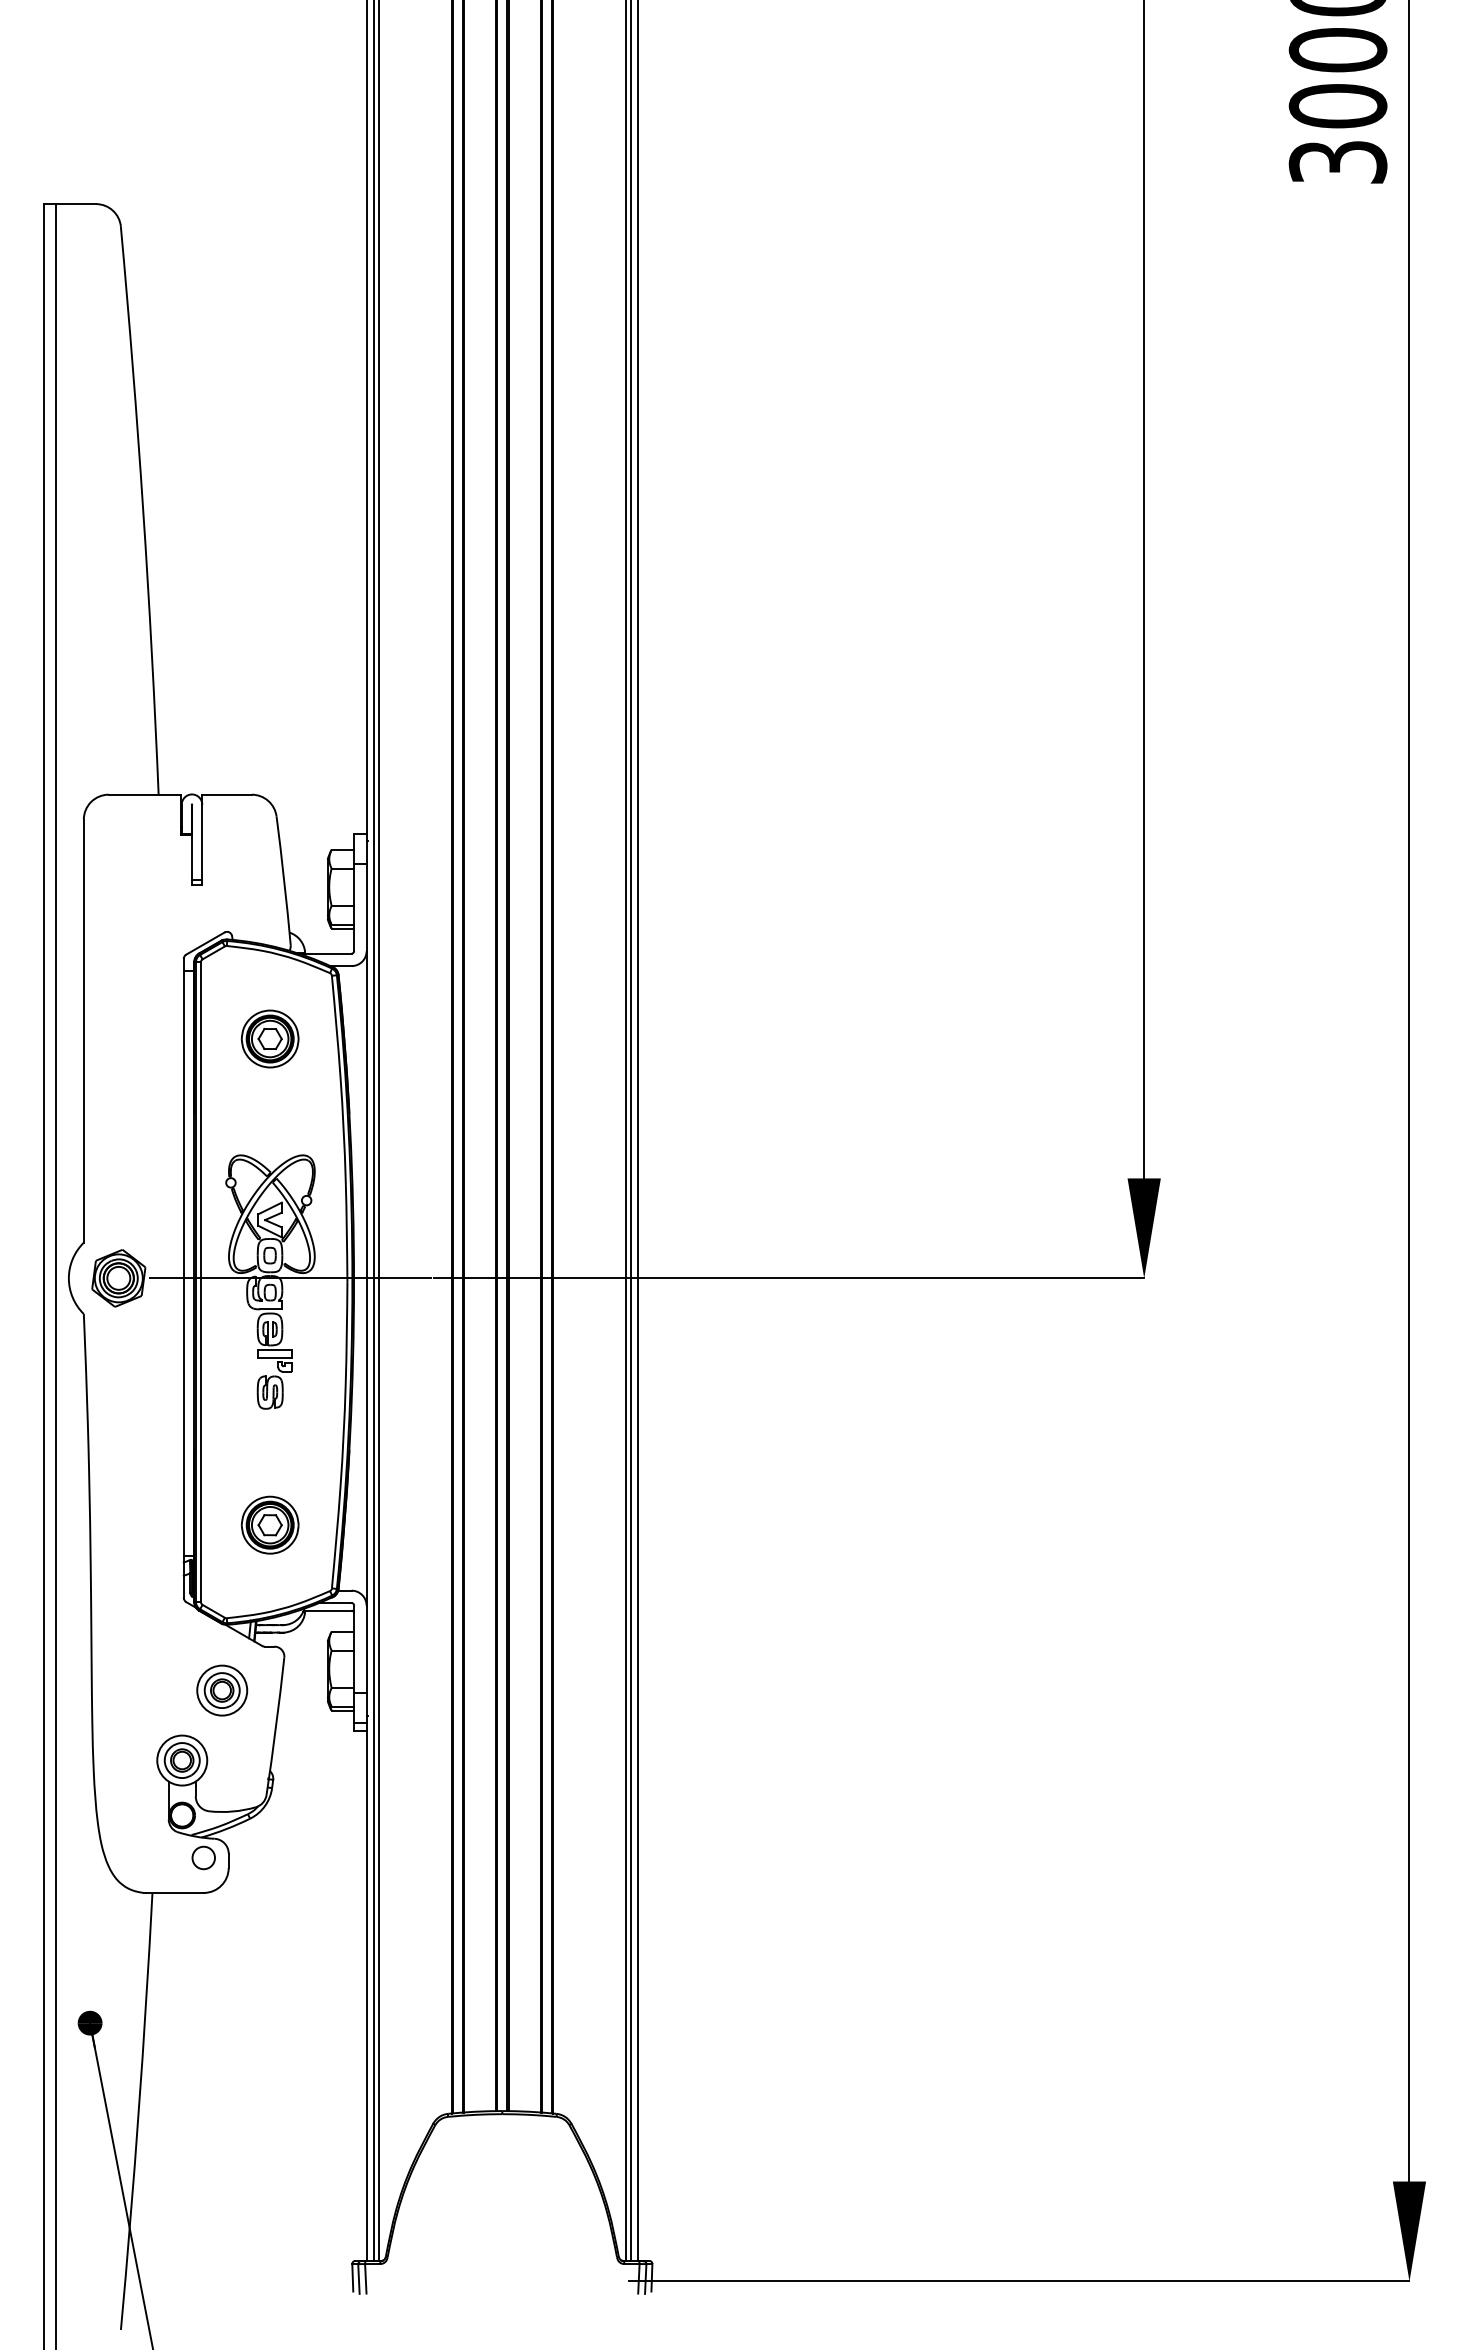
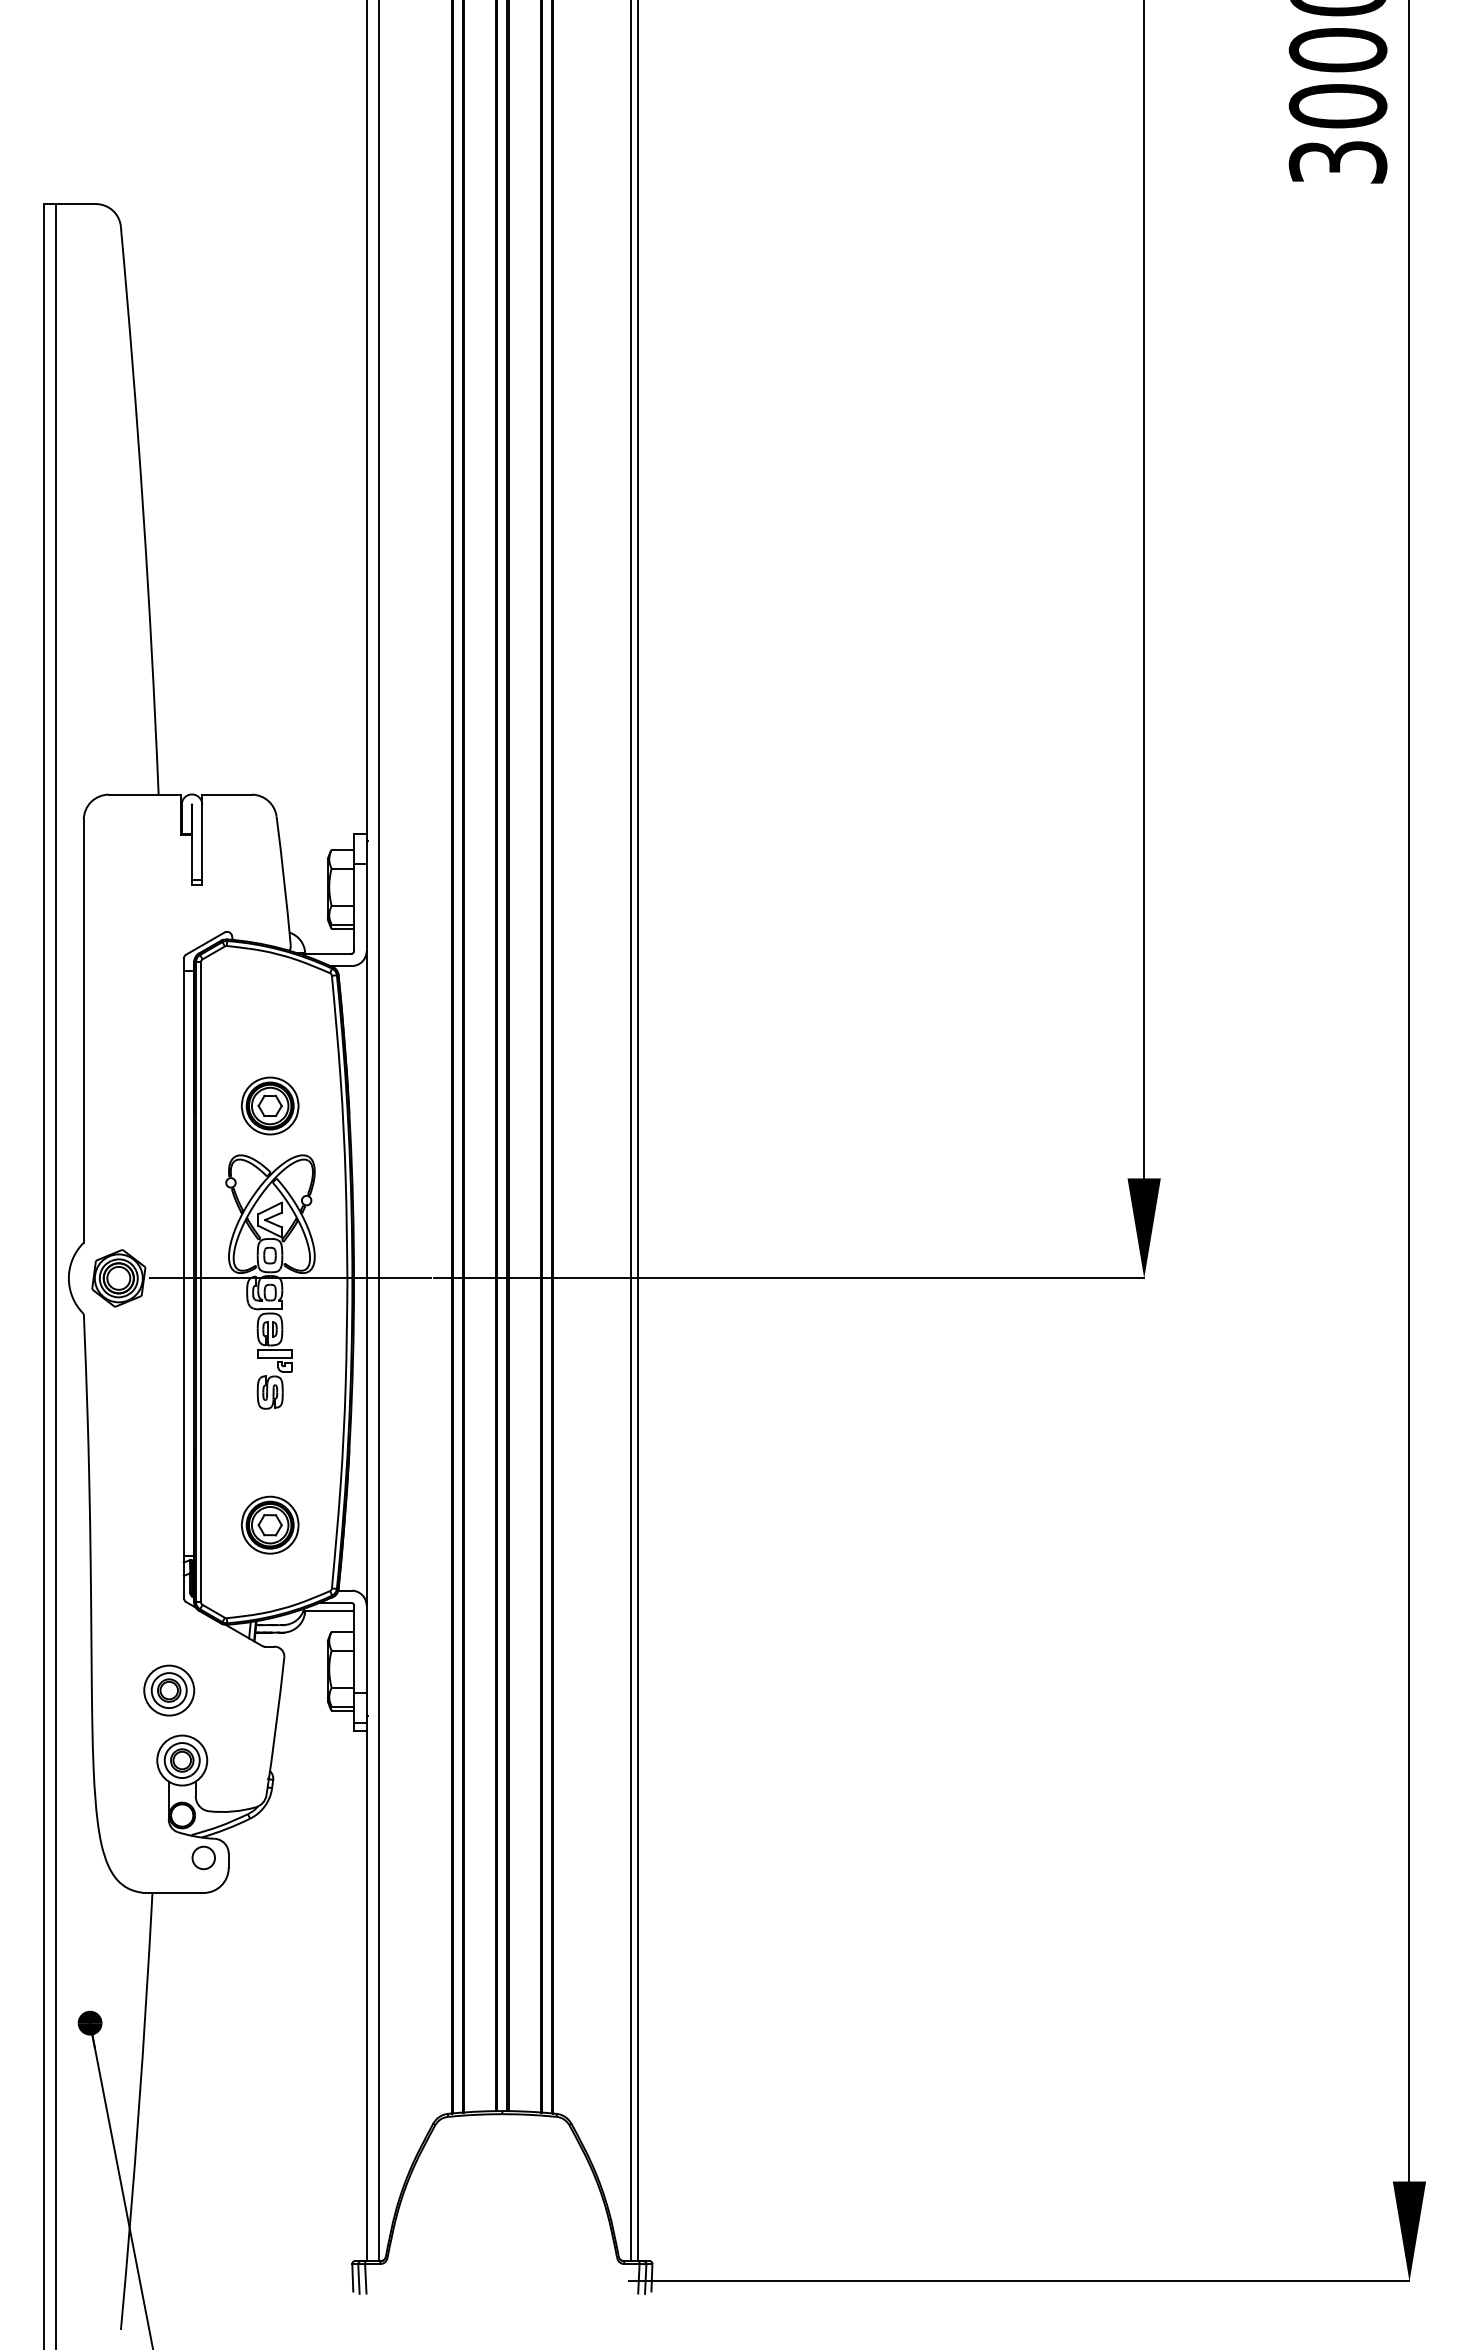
part at (269, 1038) position: (269, 1038) -> (269, 1105)
line at (373, 1131): present -> none
line at (626, 1131): present -> none
part at (222, 1690) position: (222, 1690) -> (169, 1690)
